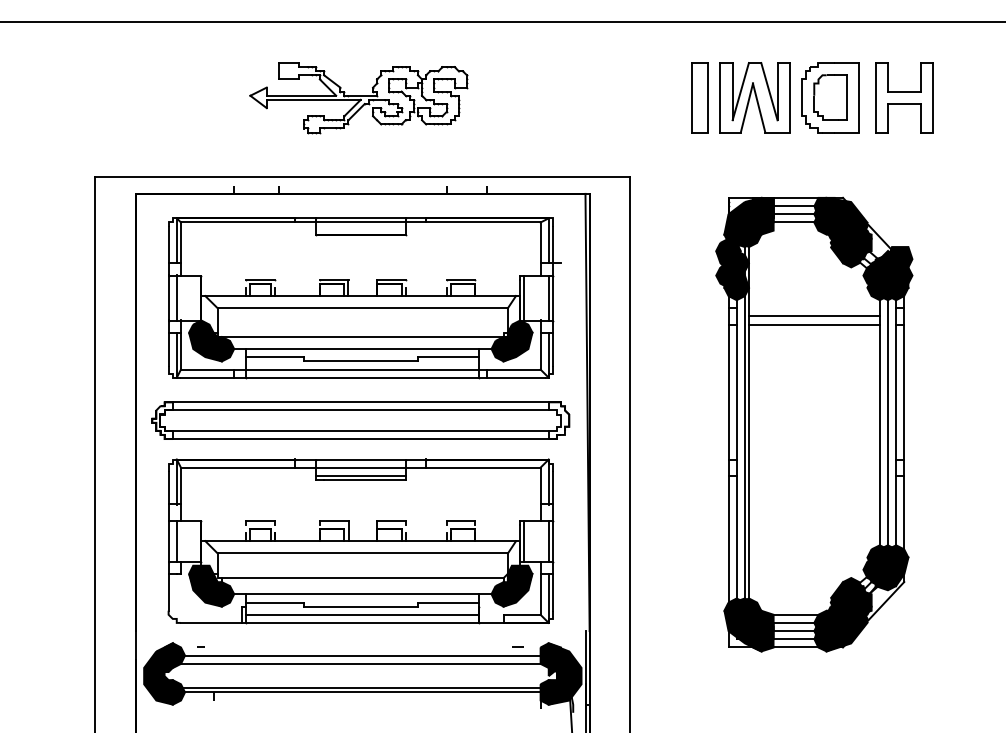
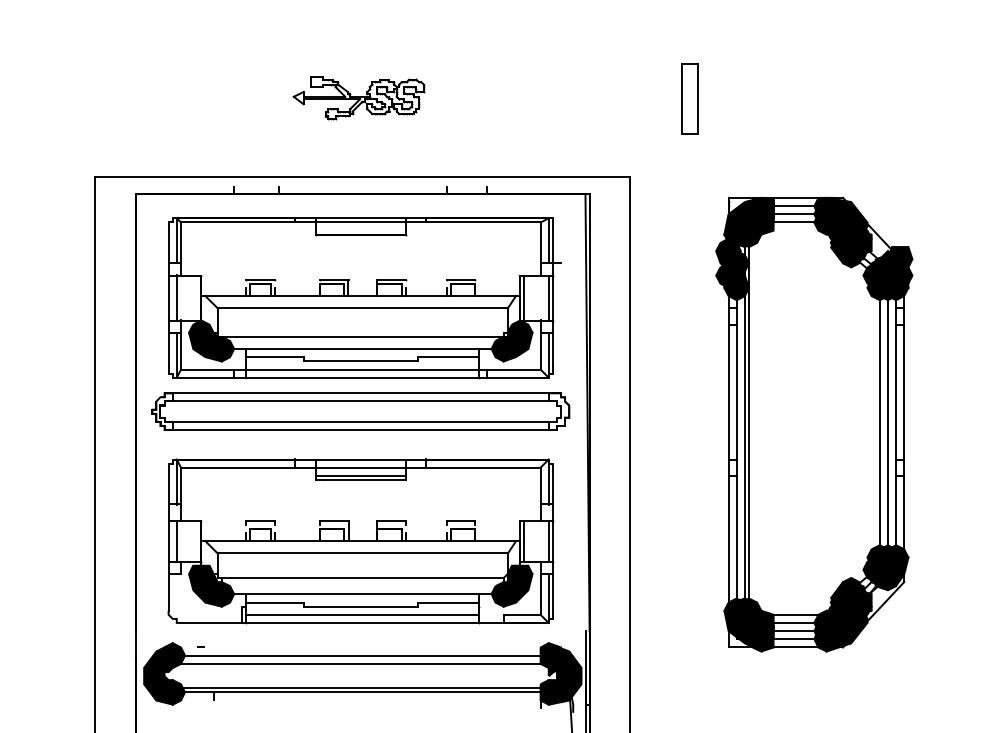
line at (502, 22): present -> none
part at (699, 97) position: (699, 97) -> (689, 98)
part at (754, 97): present -> none
part at (830, 97): present -> none
part at (904, 97): present -> none
part at (358, 98) size: 220x73 px -> 134x45 px
line at (814, 316): present -> none
line at (814, 324): present -> none
part at (360, 420) position: (360, 420) -> (360, 411)
line at (517, 646): present -> none
